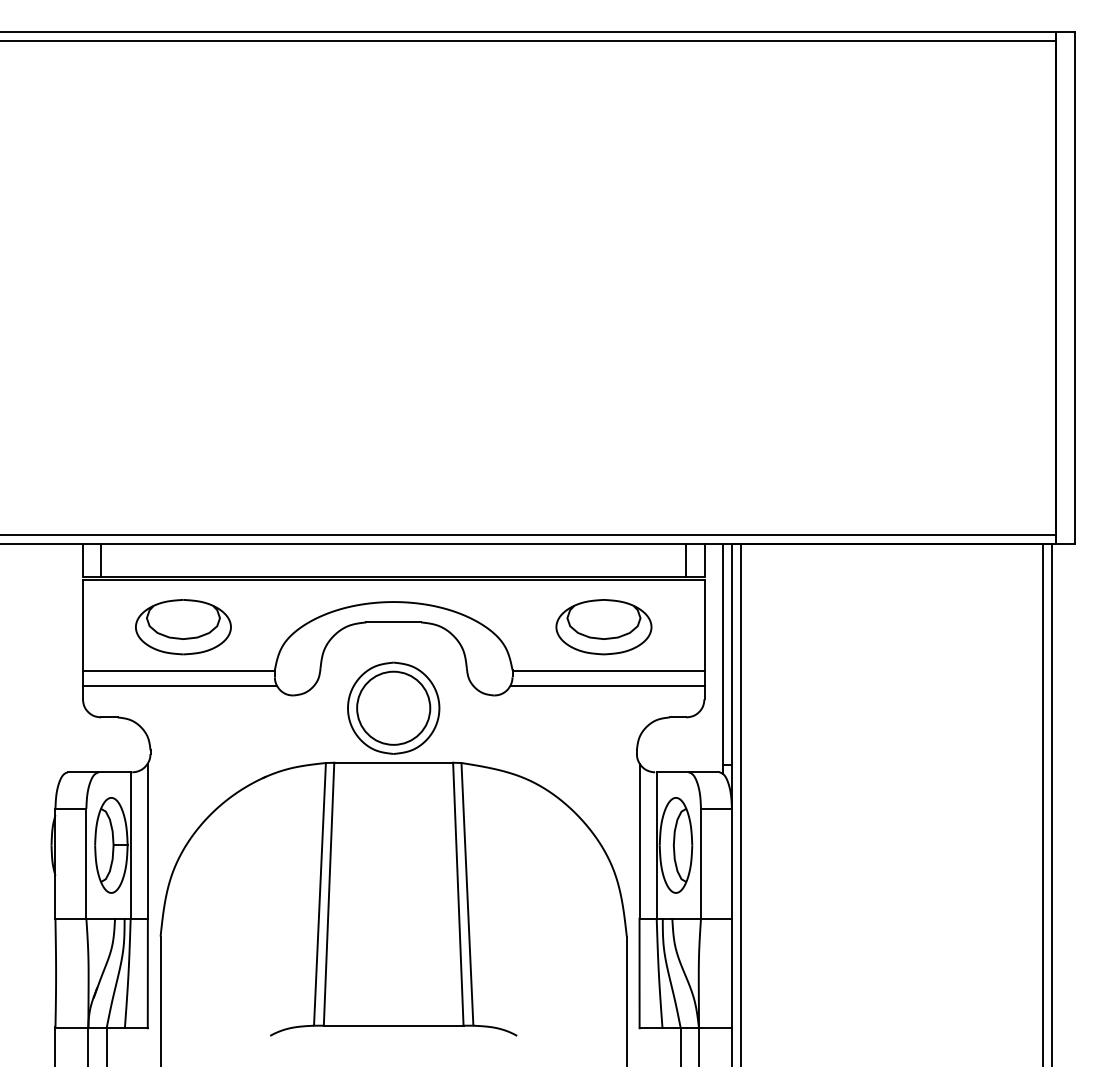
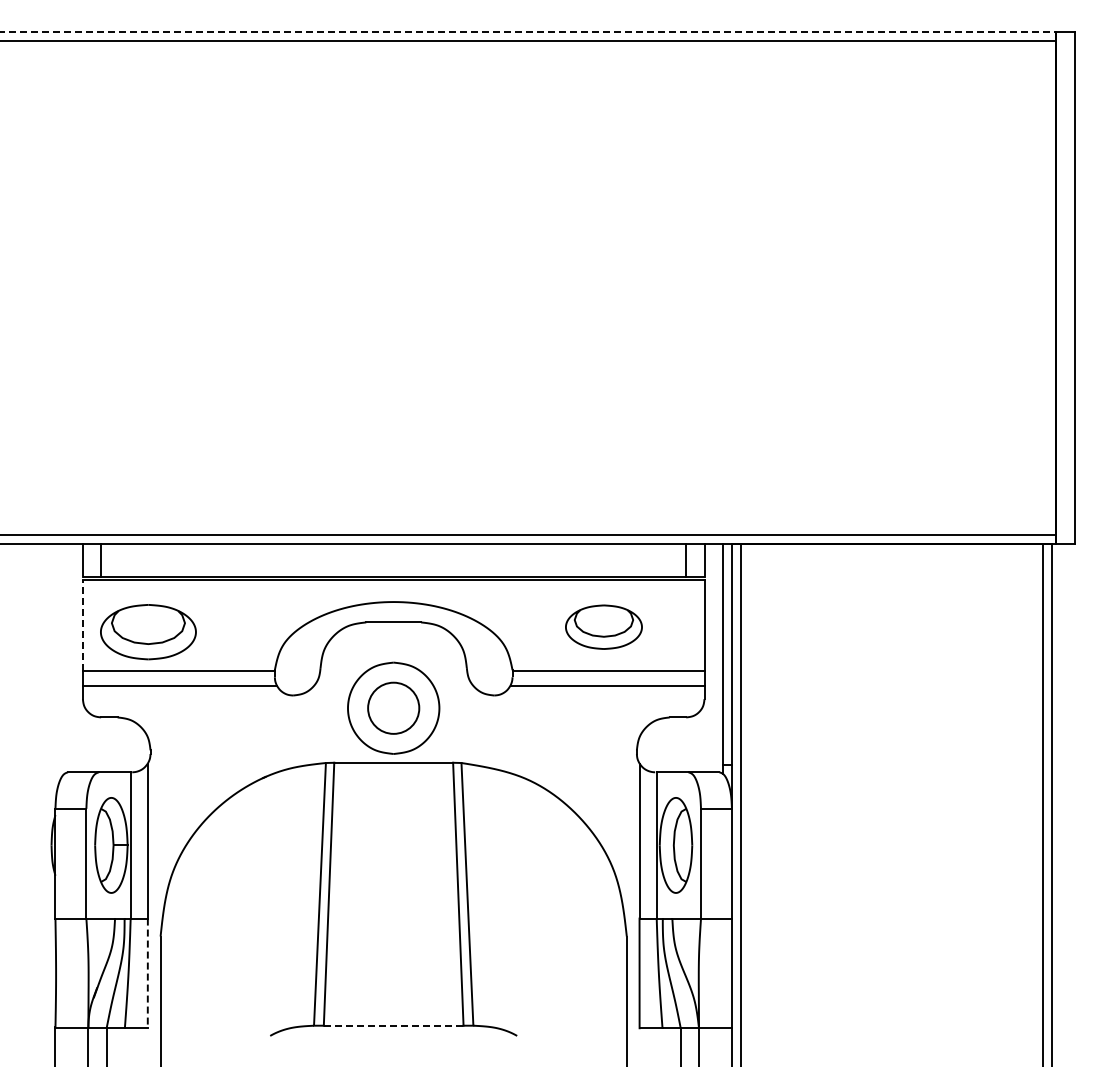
line at (528, 31): solid -> dashed
line at (82, 624): solid -> dashed
part at (183, 627) position: (183, 627) -> (148, 632)
part at (603, 627) size: 98x57 px -> 78x46 px
circle at (393, 707) diameter: 73 px -> 51 px
line at (147, 973): solid -> dashed
line at (393, 1025): solid -> dashed
